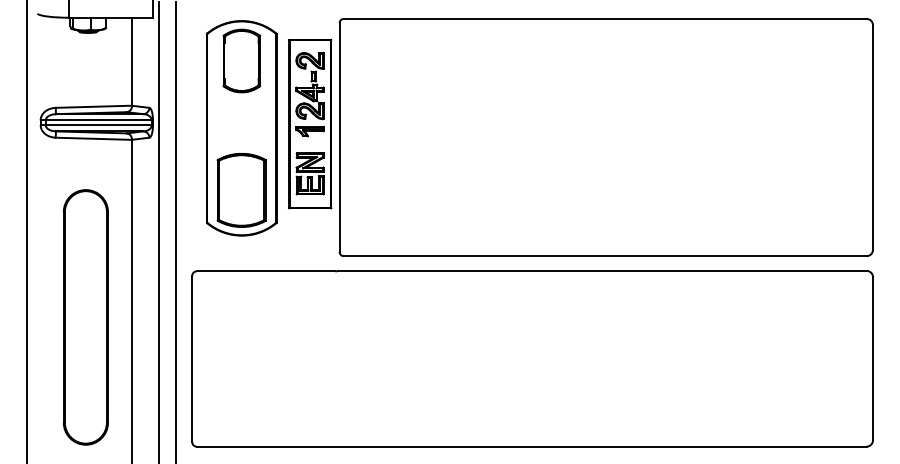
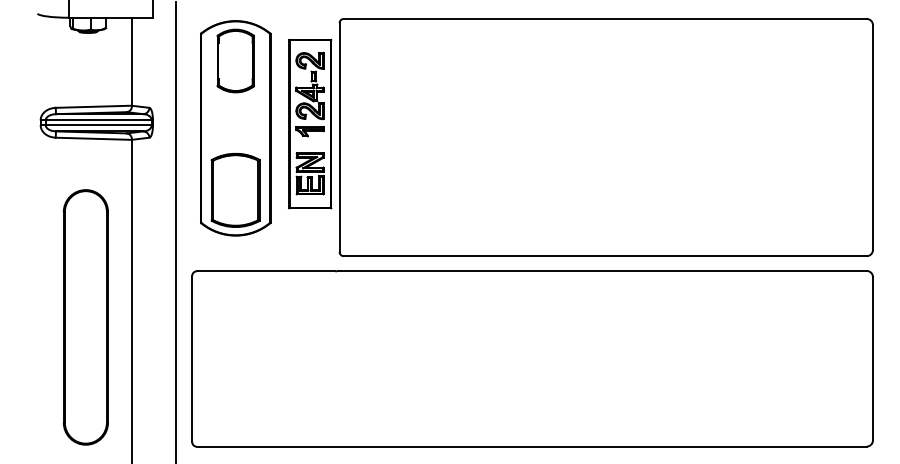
part at (241, 128) position: (241, 128) -> (235, 128)
line at (26, 231): present -> none
line at (158, 231): present -> none
